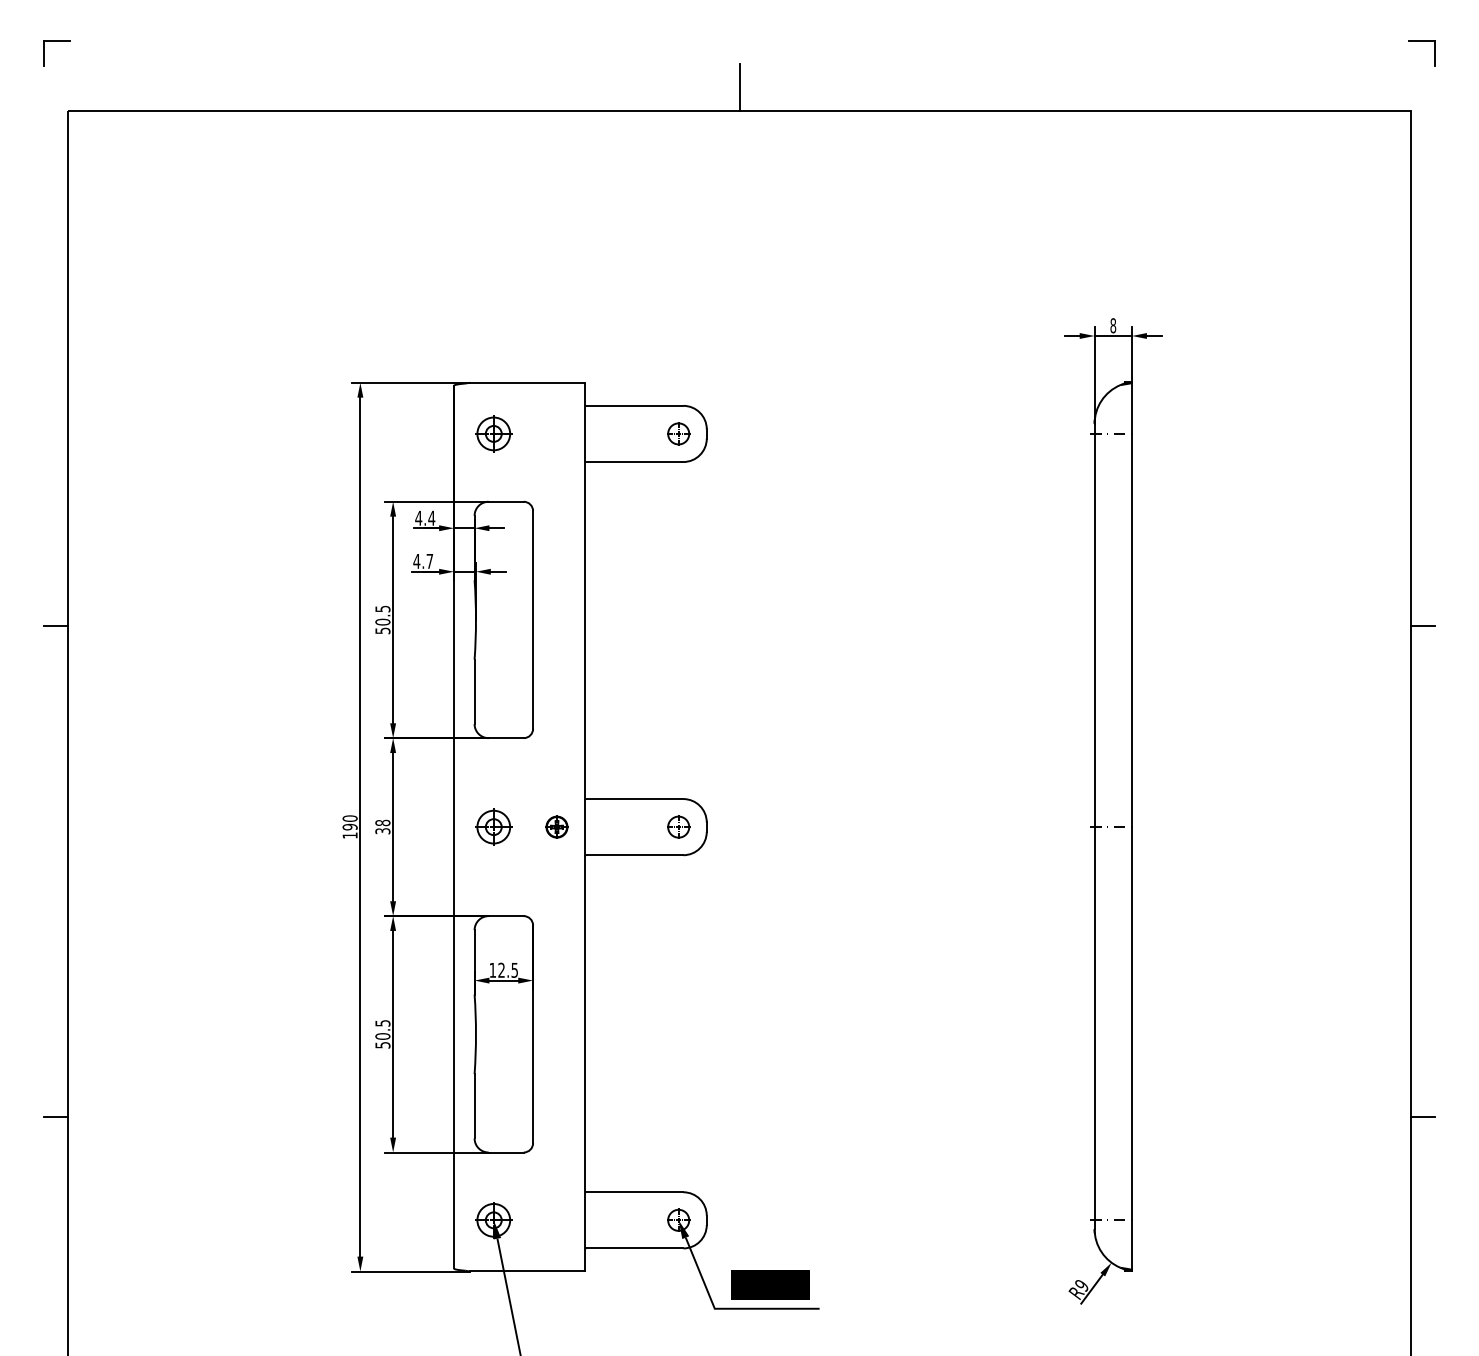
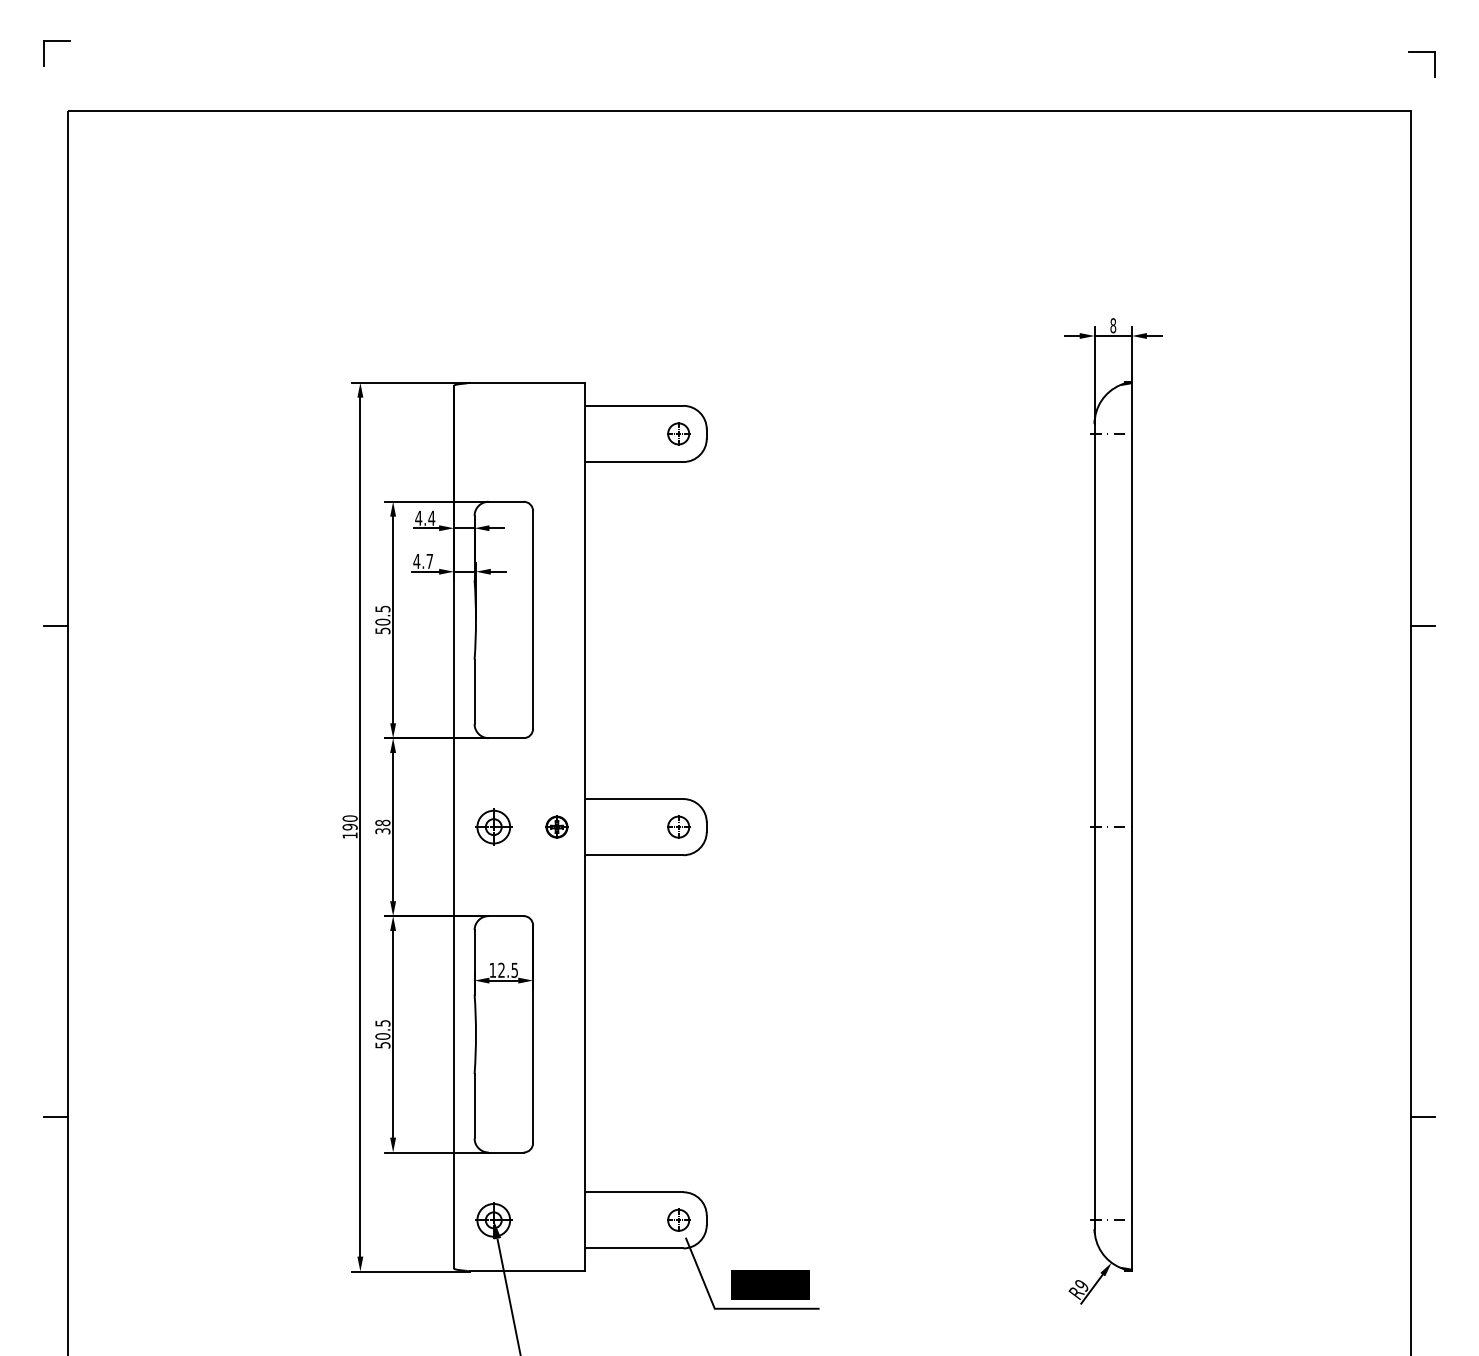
part at (1421, 41) position: (1421, 41) -> (1421, 52)
line at (739, 87): present -> none
part at (493, 433): present -> none
fill at (683, 1229): present -> none
